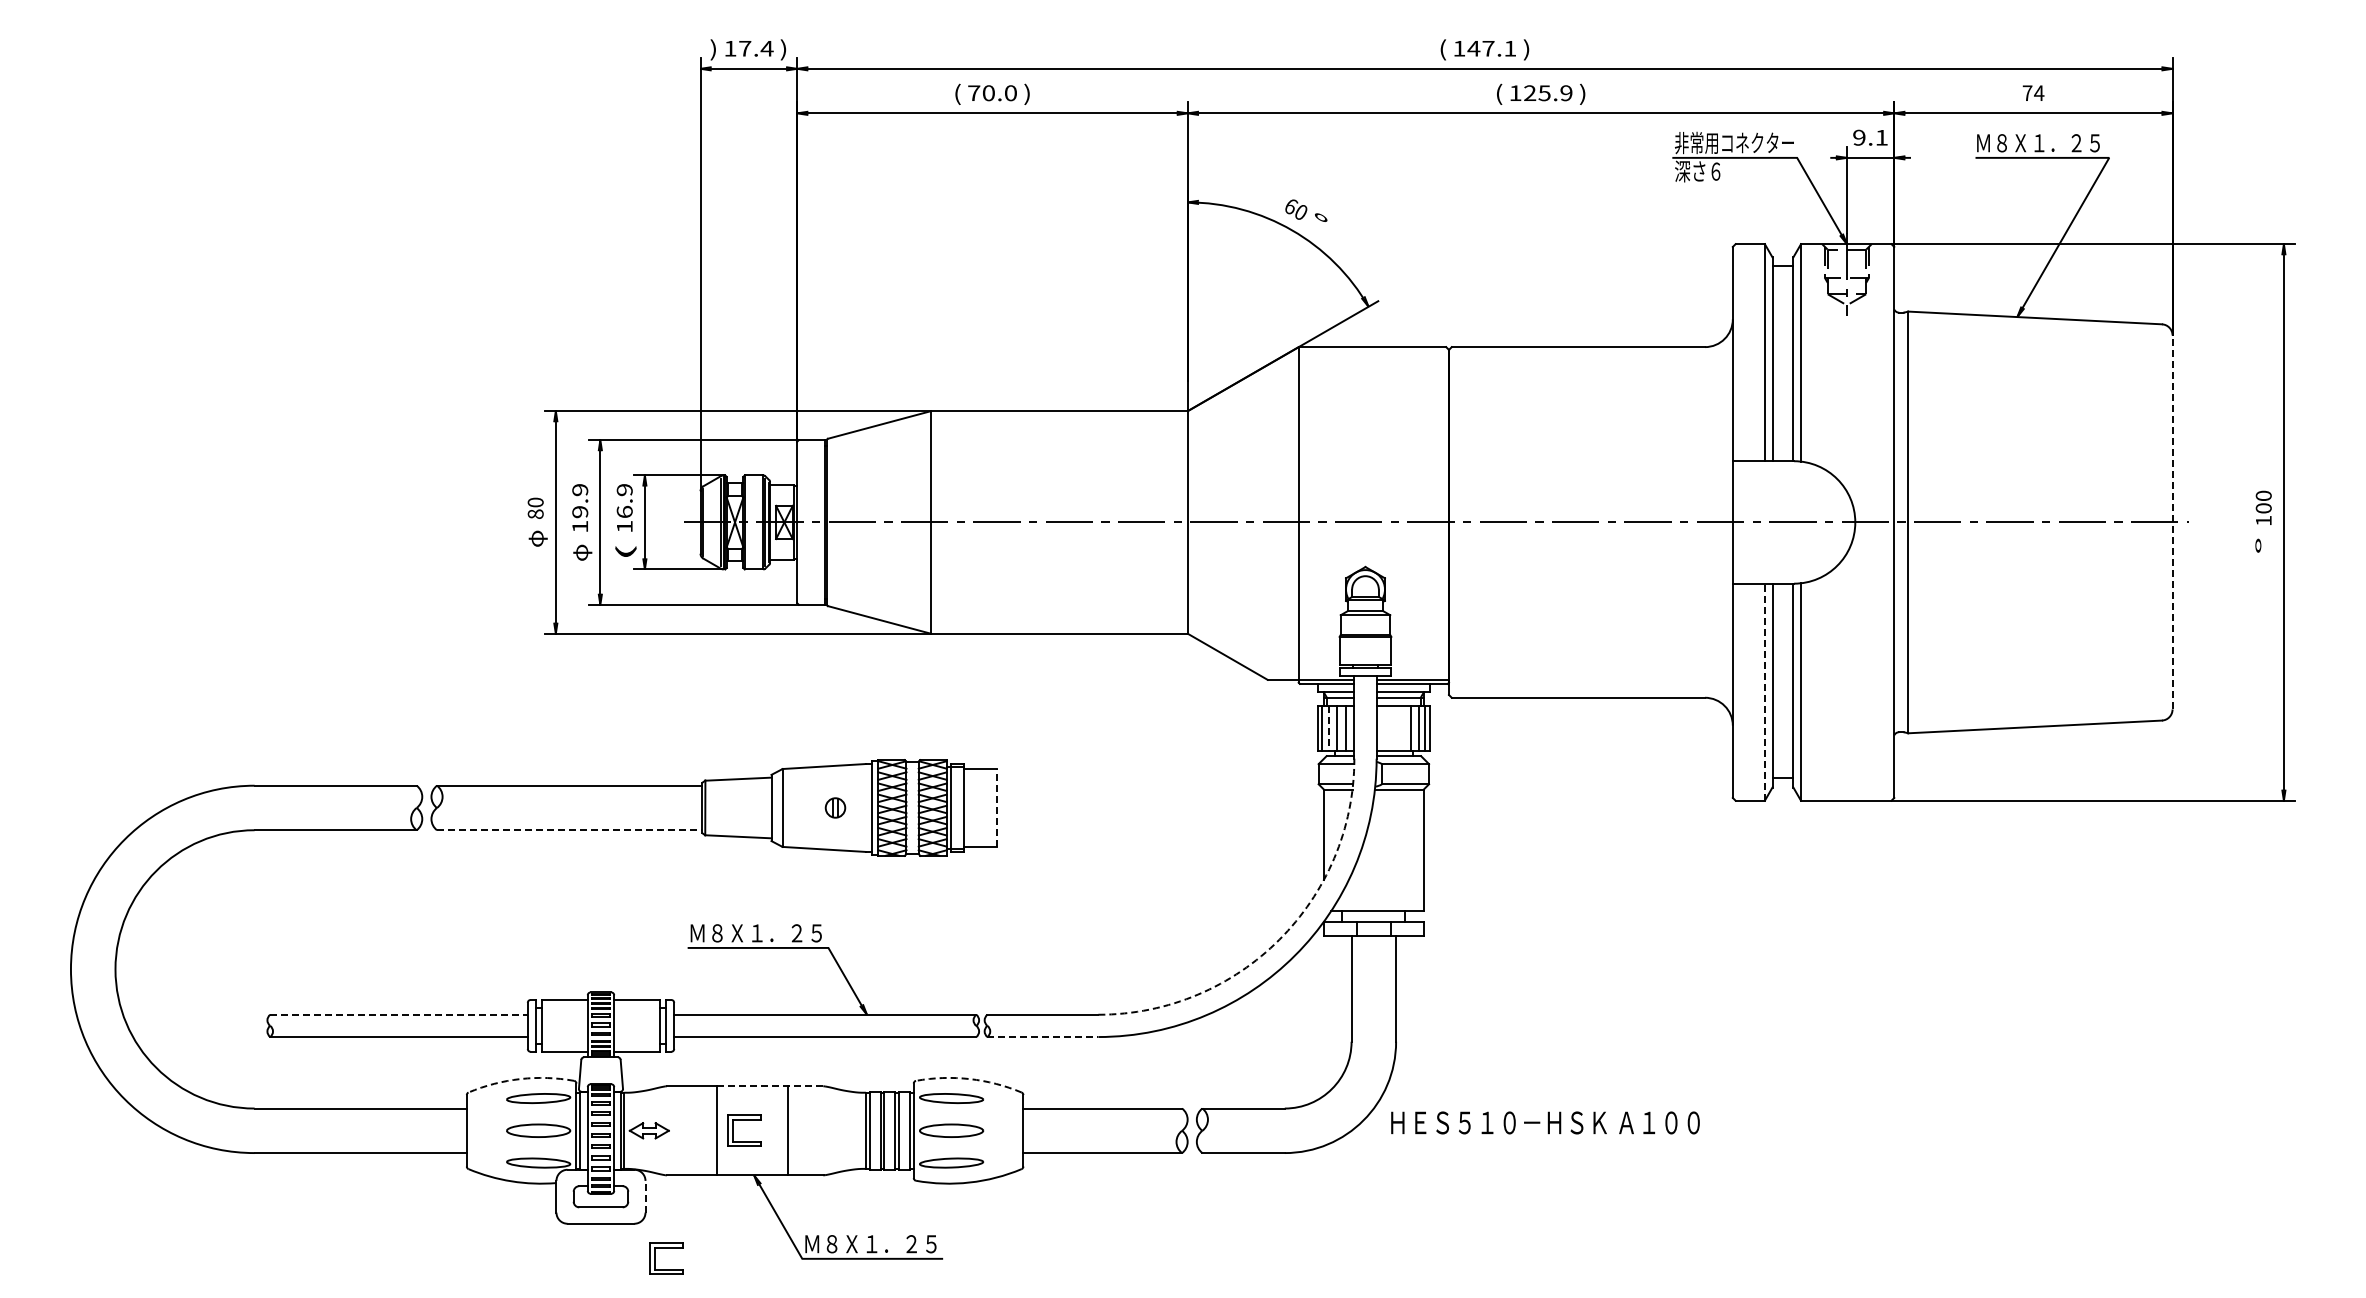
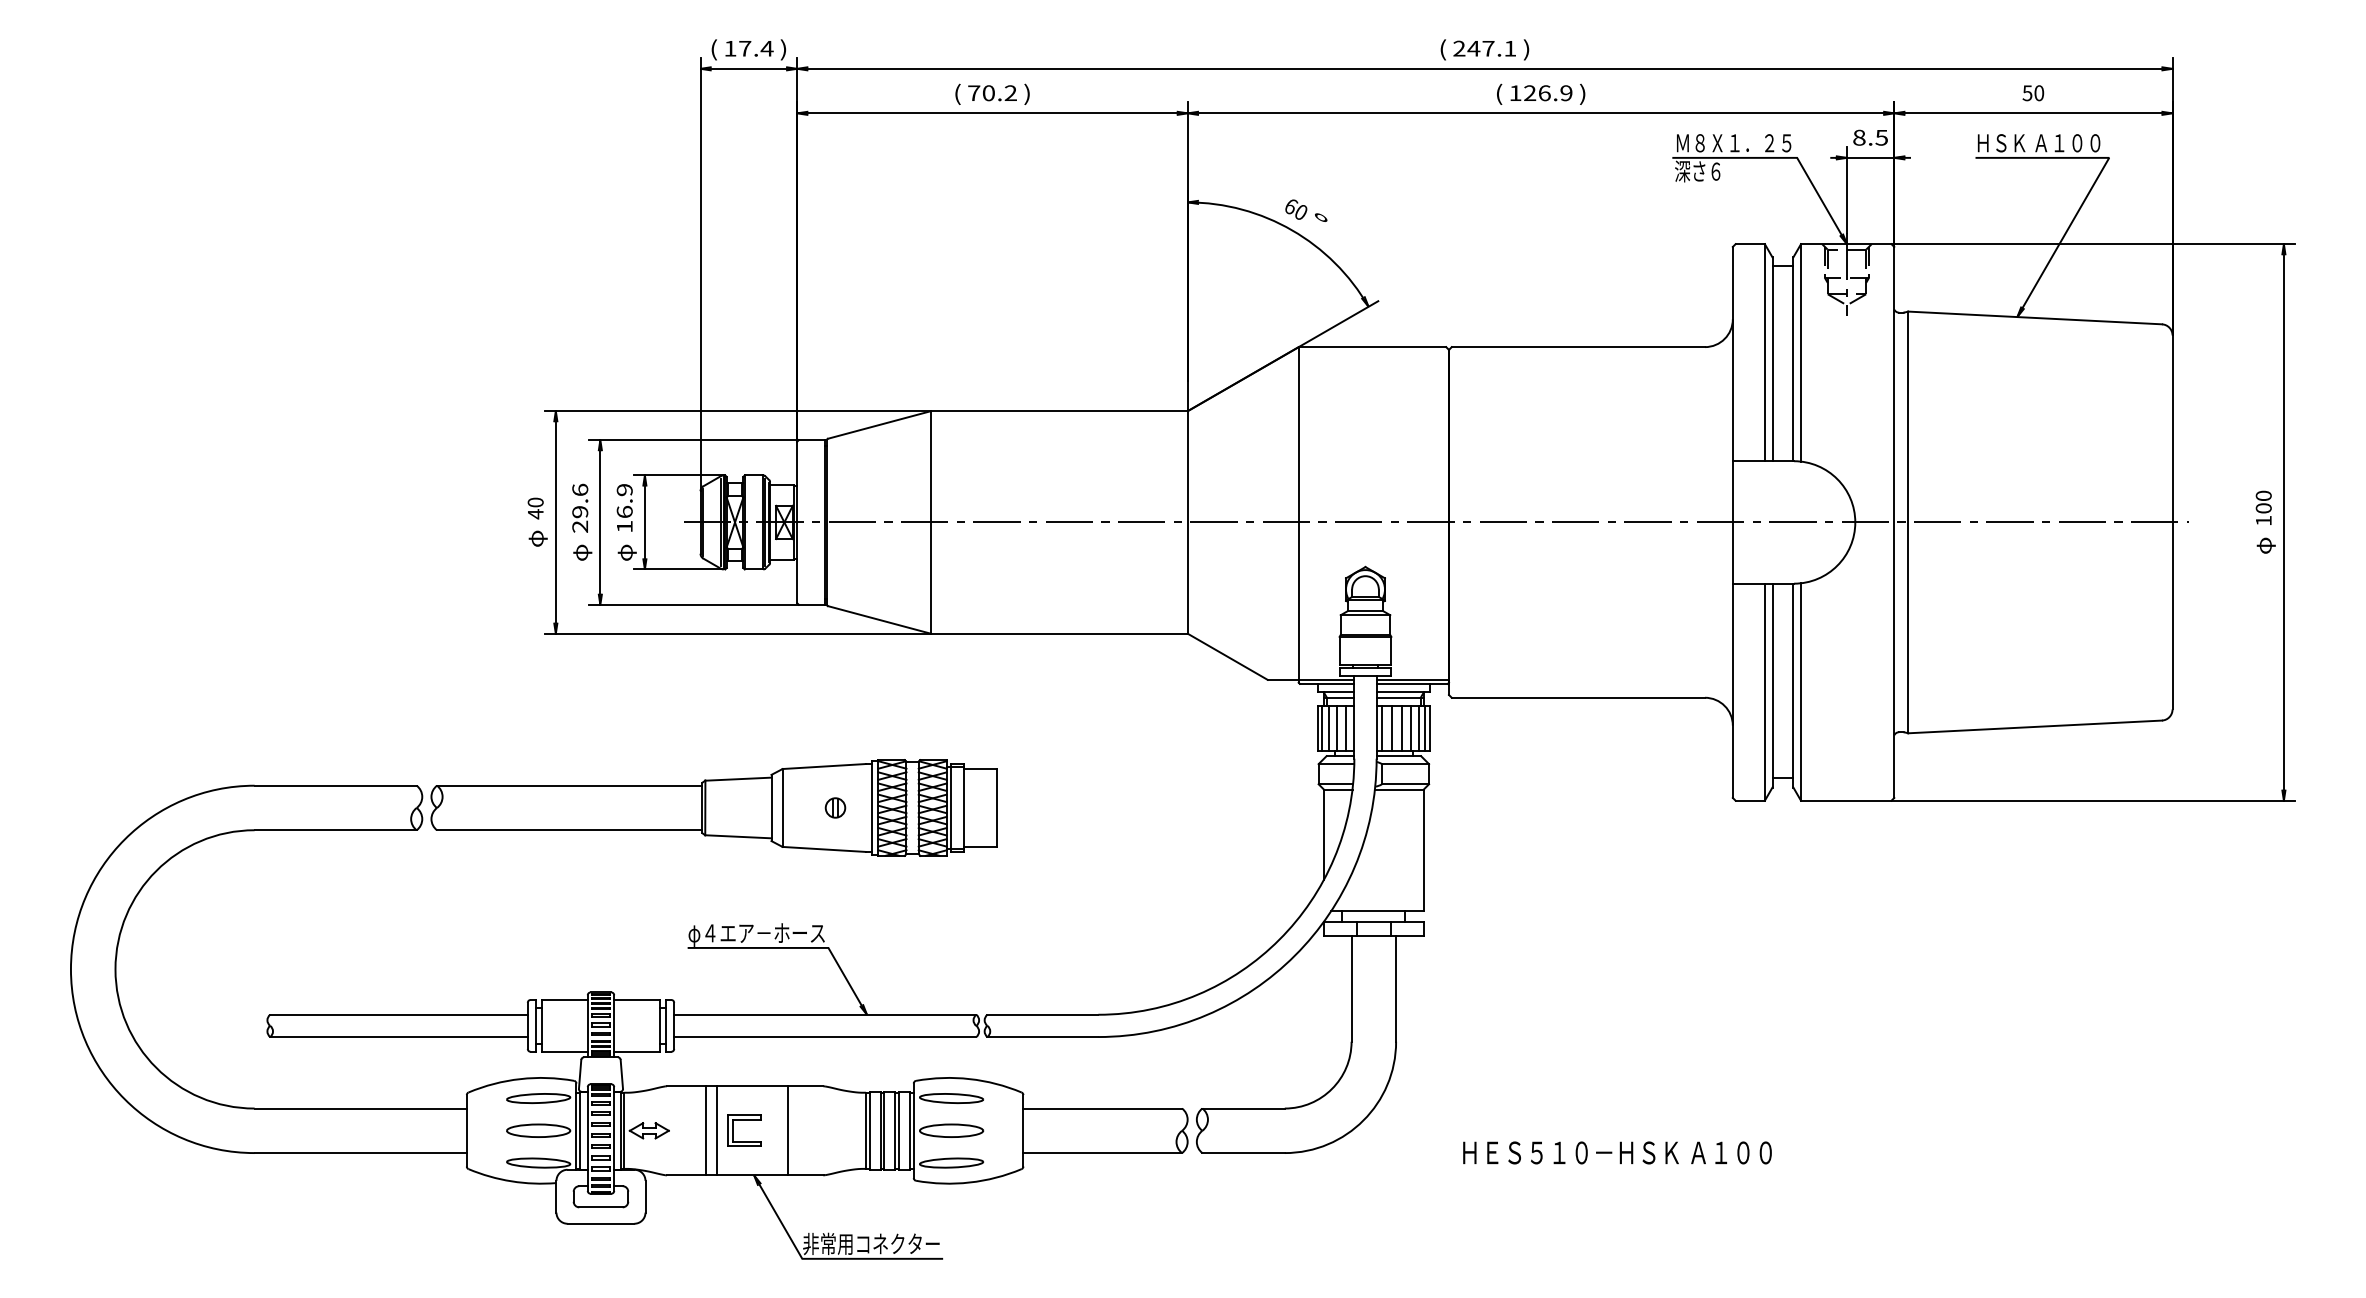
text at (1459, 48): 147.1 -> 247.1
text at (713, 49): ) -> (
text at (1010, 93): 70.0 -> 70.2
text at (1544, 93): 125.9 -> 126.9
text at (2033, 93): 74 -> 50
text at (1870, 137): 9.1 -> 8.5
text at (1734, 142): 非常用コネクター -> Ｍ８Ｘ１．２５
text at (2038, 143): Ｍ８Ｘ１．２５ -> ＨＳＫ Ａ１００
text at (580, 507): 19.9 -> 29.6
text at (535, 514): 80 -> 40
line at (2172, 521): dashed -> solid
text at (2265, 545): ° -> φ
text at (625, 552): ( -> φ
line at (1764, 692): dashed -> solid
line at (1329, 728): dashed -> solid
line at (1382, 728): none -> present
line at (1391, 728): none -> present
line at (1401, 728): none -> present
line at (997, 807): dashed -> solid
line at (569, 830): dashed -> solid
text at (756, 934): Ｍ８Ｘ１．２５ -> φ４エア－ホース
arc at (1279, 939): dashed -> solid
line at (399, 1014): dashed -> solid
line at (1043, 1037): dashed -> solid
arc at (520, 1079): dashed -> solid
arc at (969, 1079): dashed -> solid
line at (770, 1086): dashed -> solid
text at (1545, 1122) position: (1545, 1122) -> (1617, 1152)
line at (706, 1130): none -> present
line at (645, 1196): dashed -> solid
text at (871, 1243): Ｍ８Ｘ１．２５ -> 非常用コネクター
part at (666, 1248): present -> none
